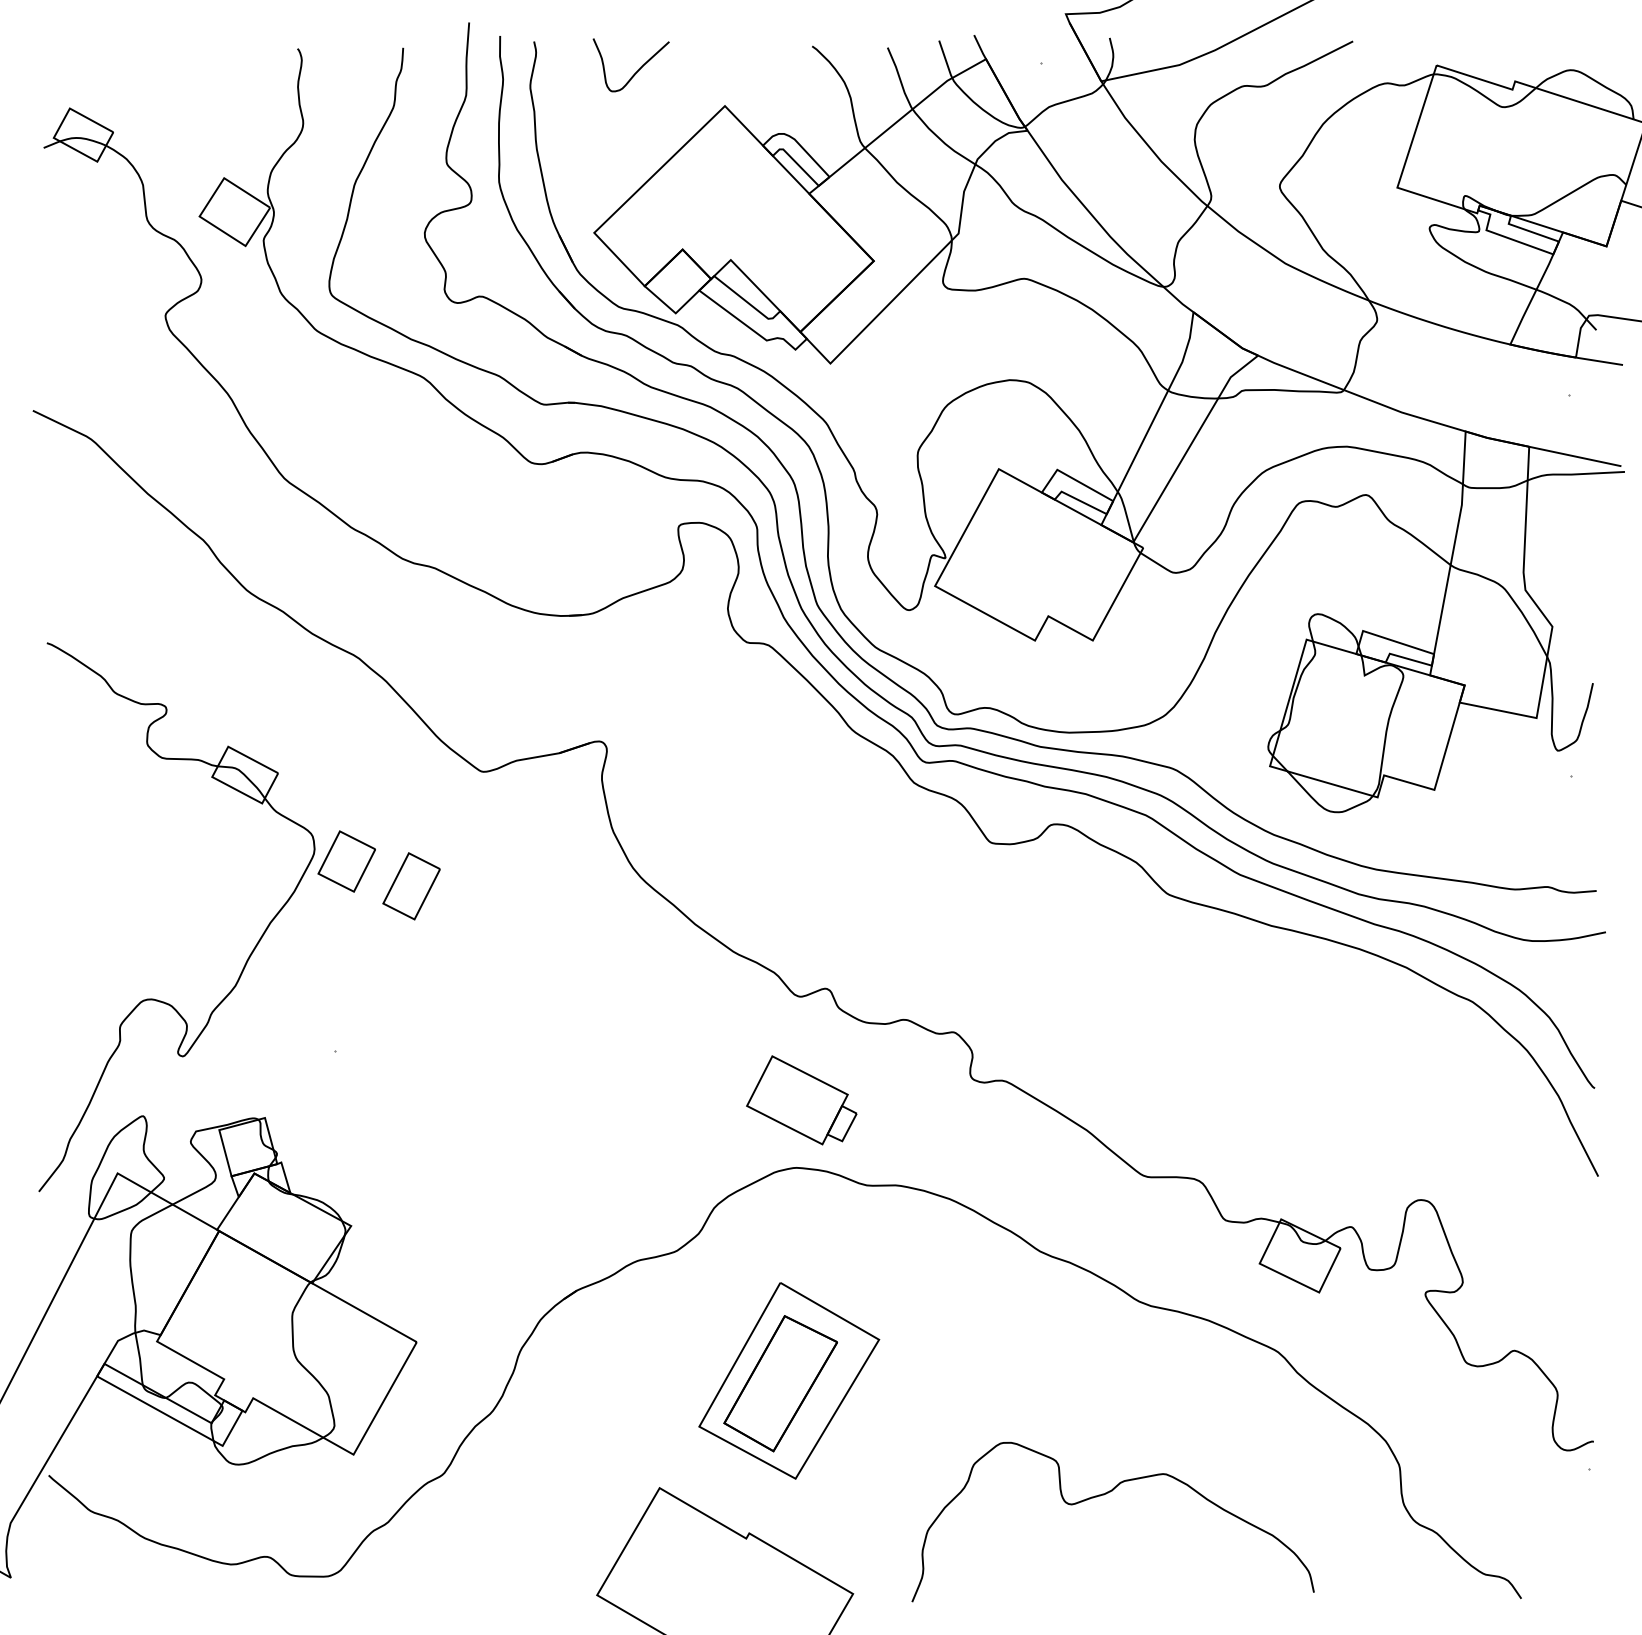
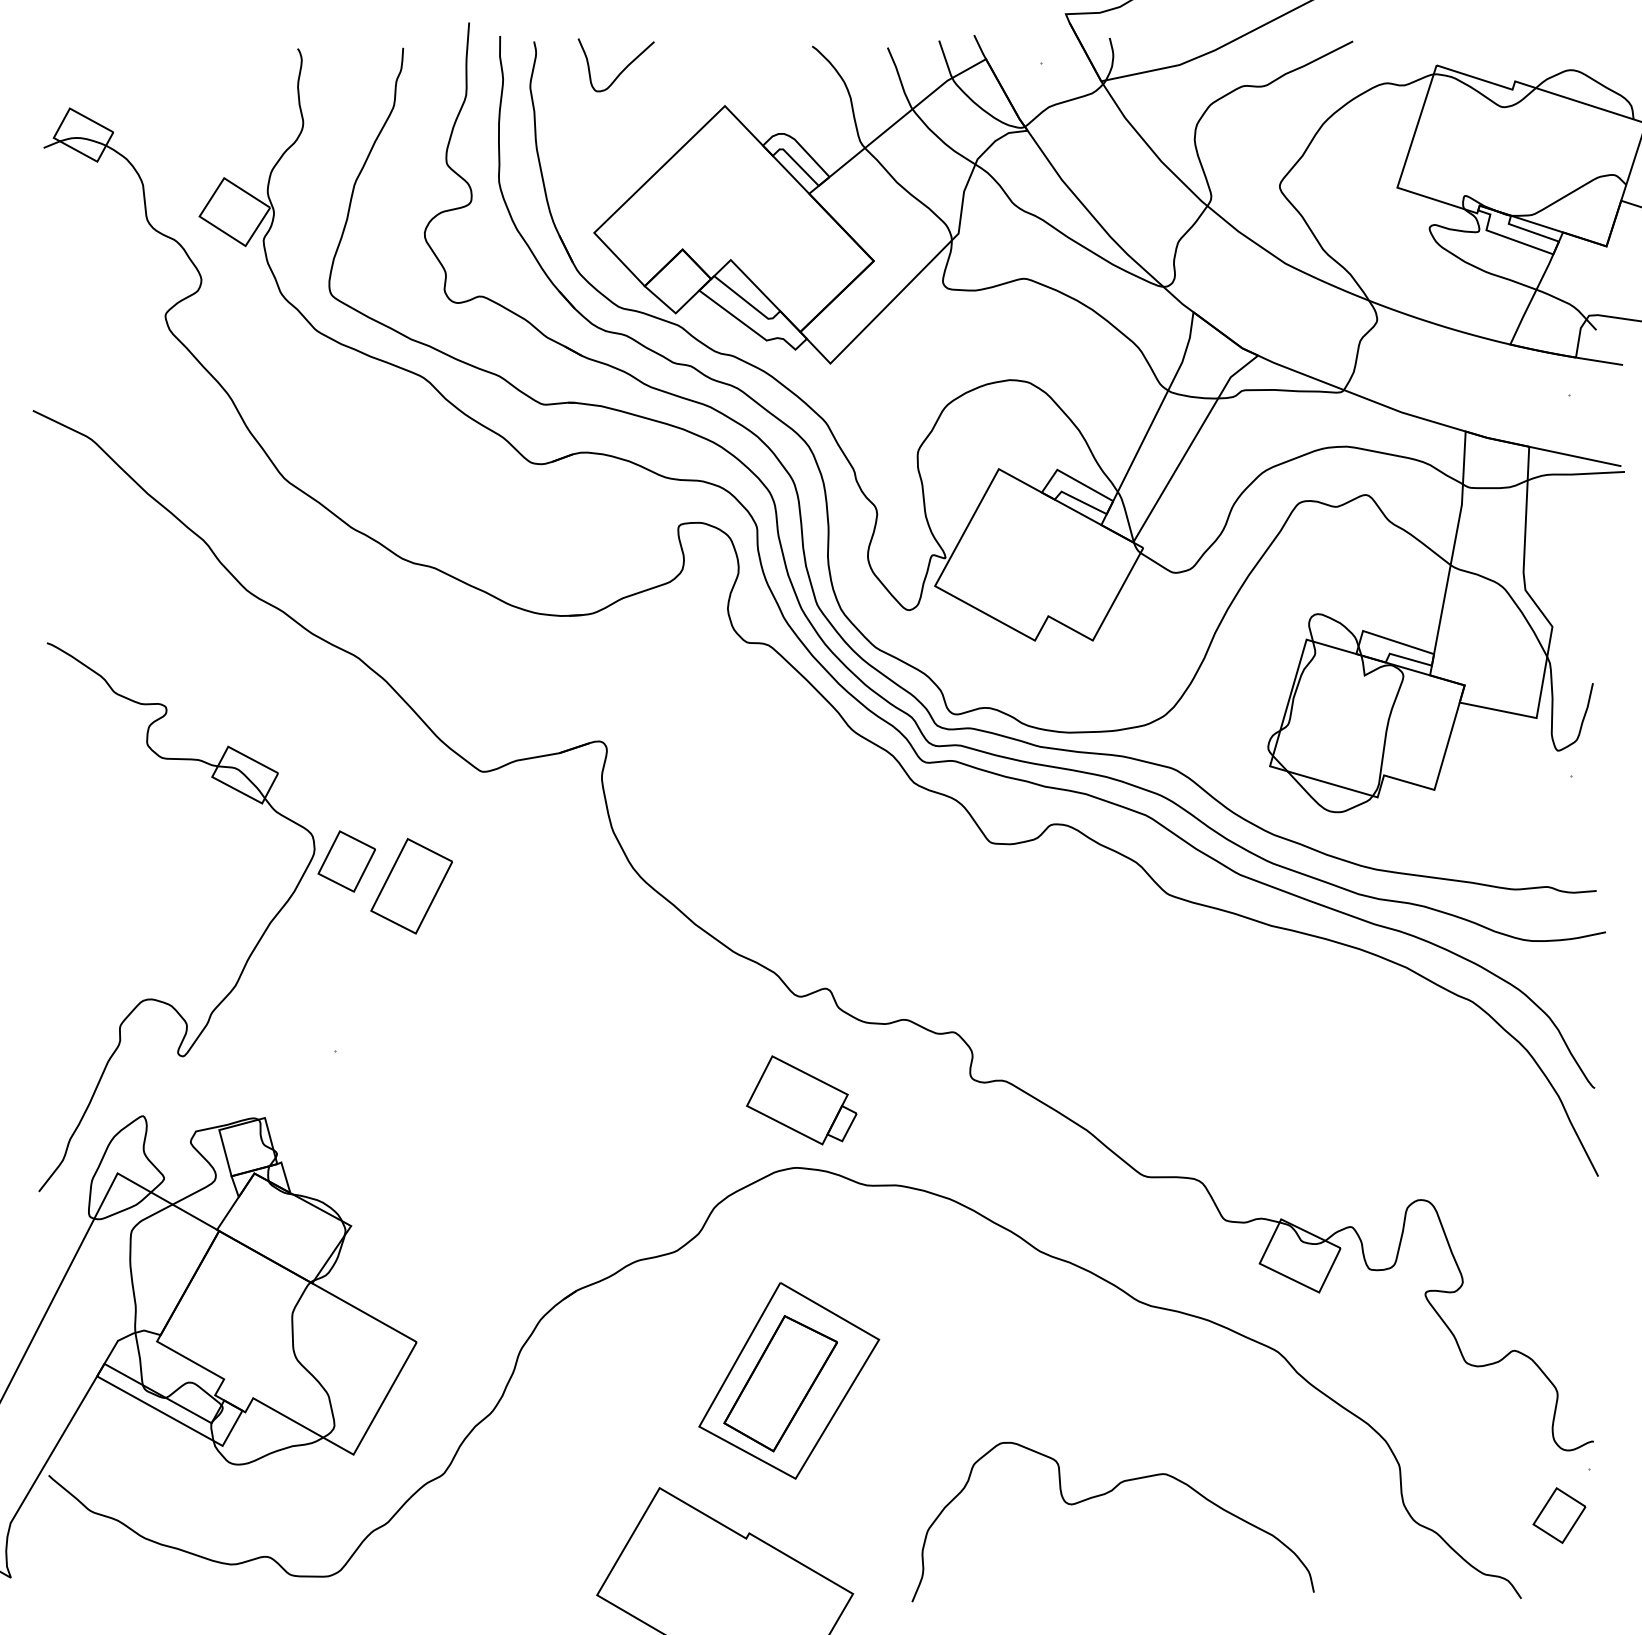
curve at (636, 71) position: (636, 71) -> (621, 71)
part at (411, 886) size: 59x69 px -> 83x97 px
part at (1559, 1515): none -> present
